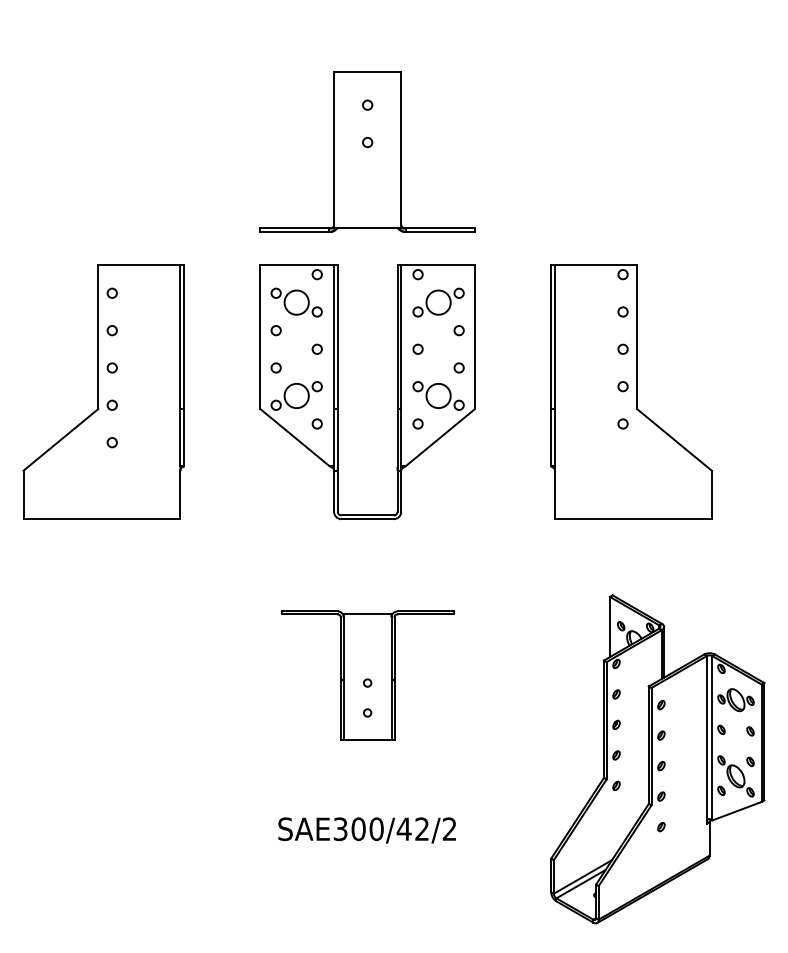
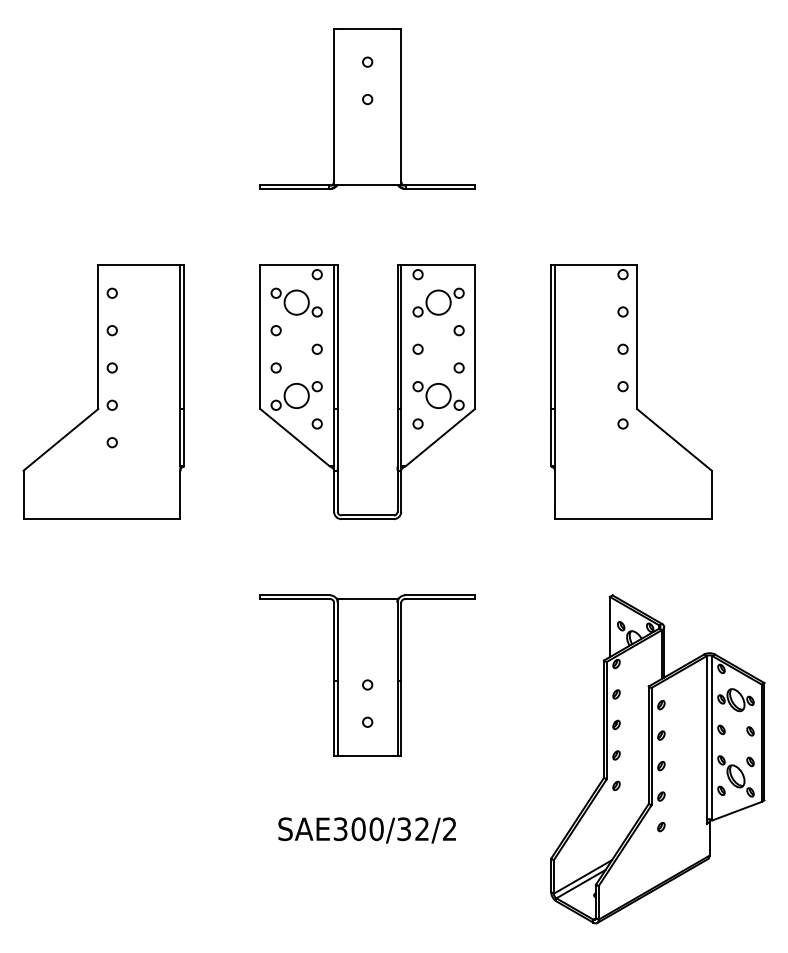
part at (367, 151) position: (367, 151) -> (367, 108)
part at (367, 675) size: 174x131 px -> 217x163 px
text at (403, 829): SAE300/42/2 -> SAE300/32/2
